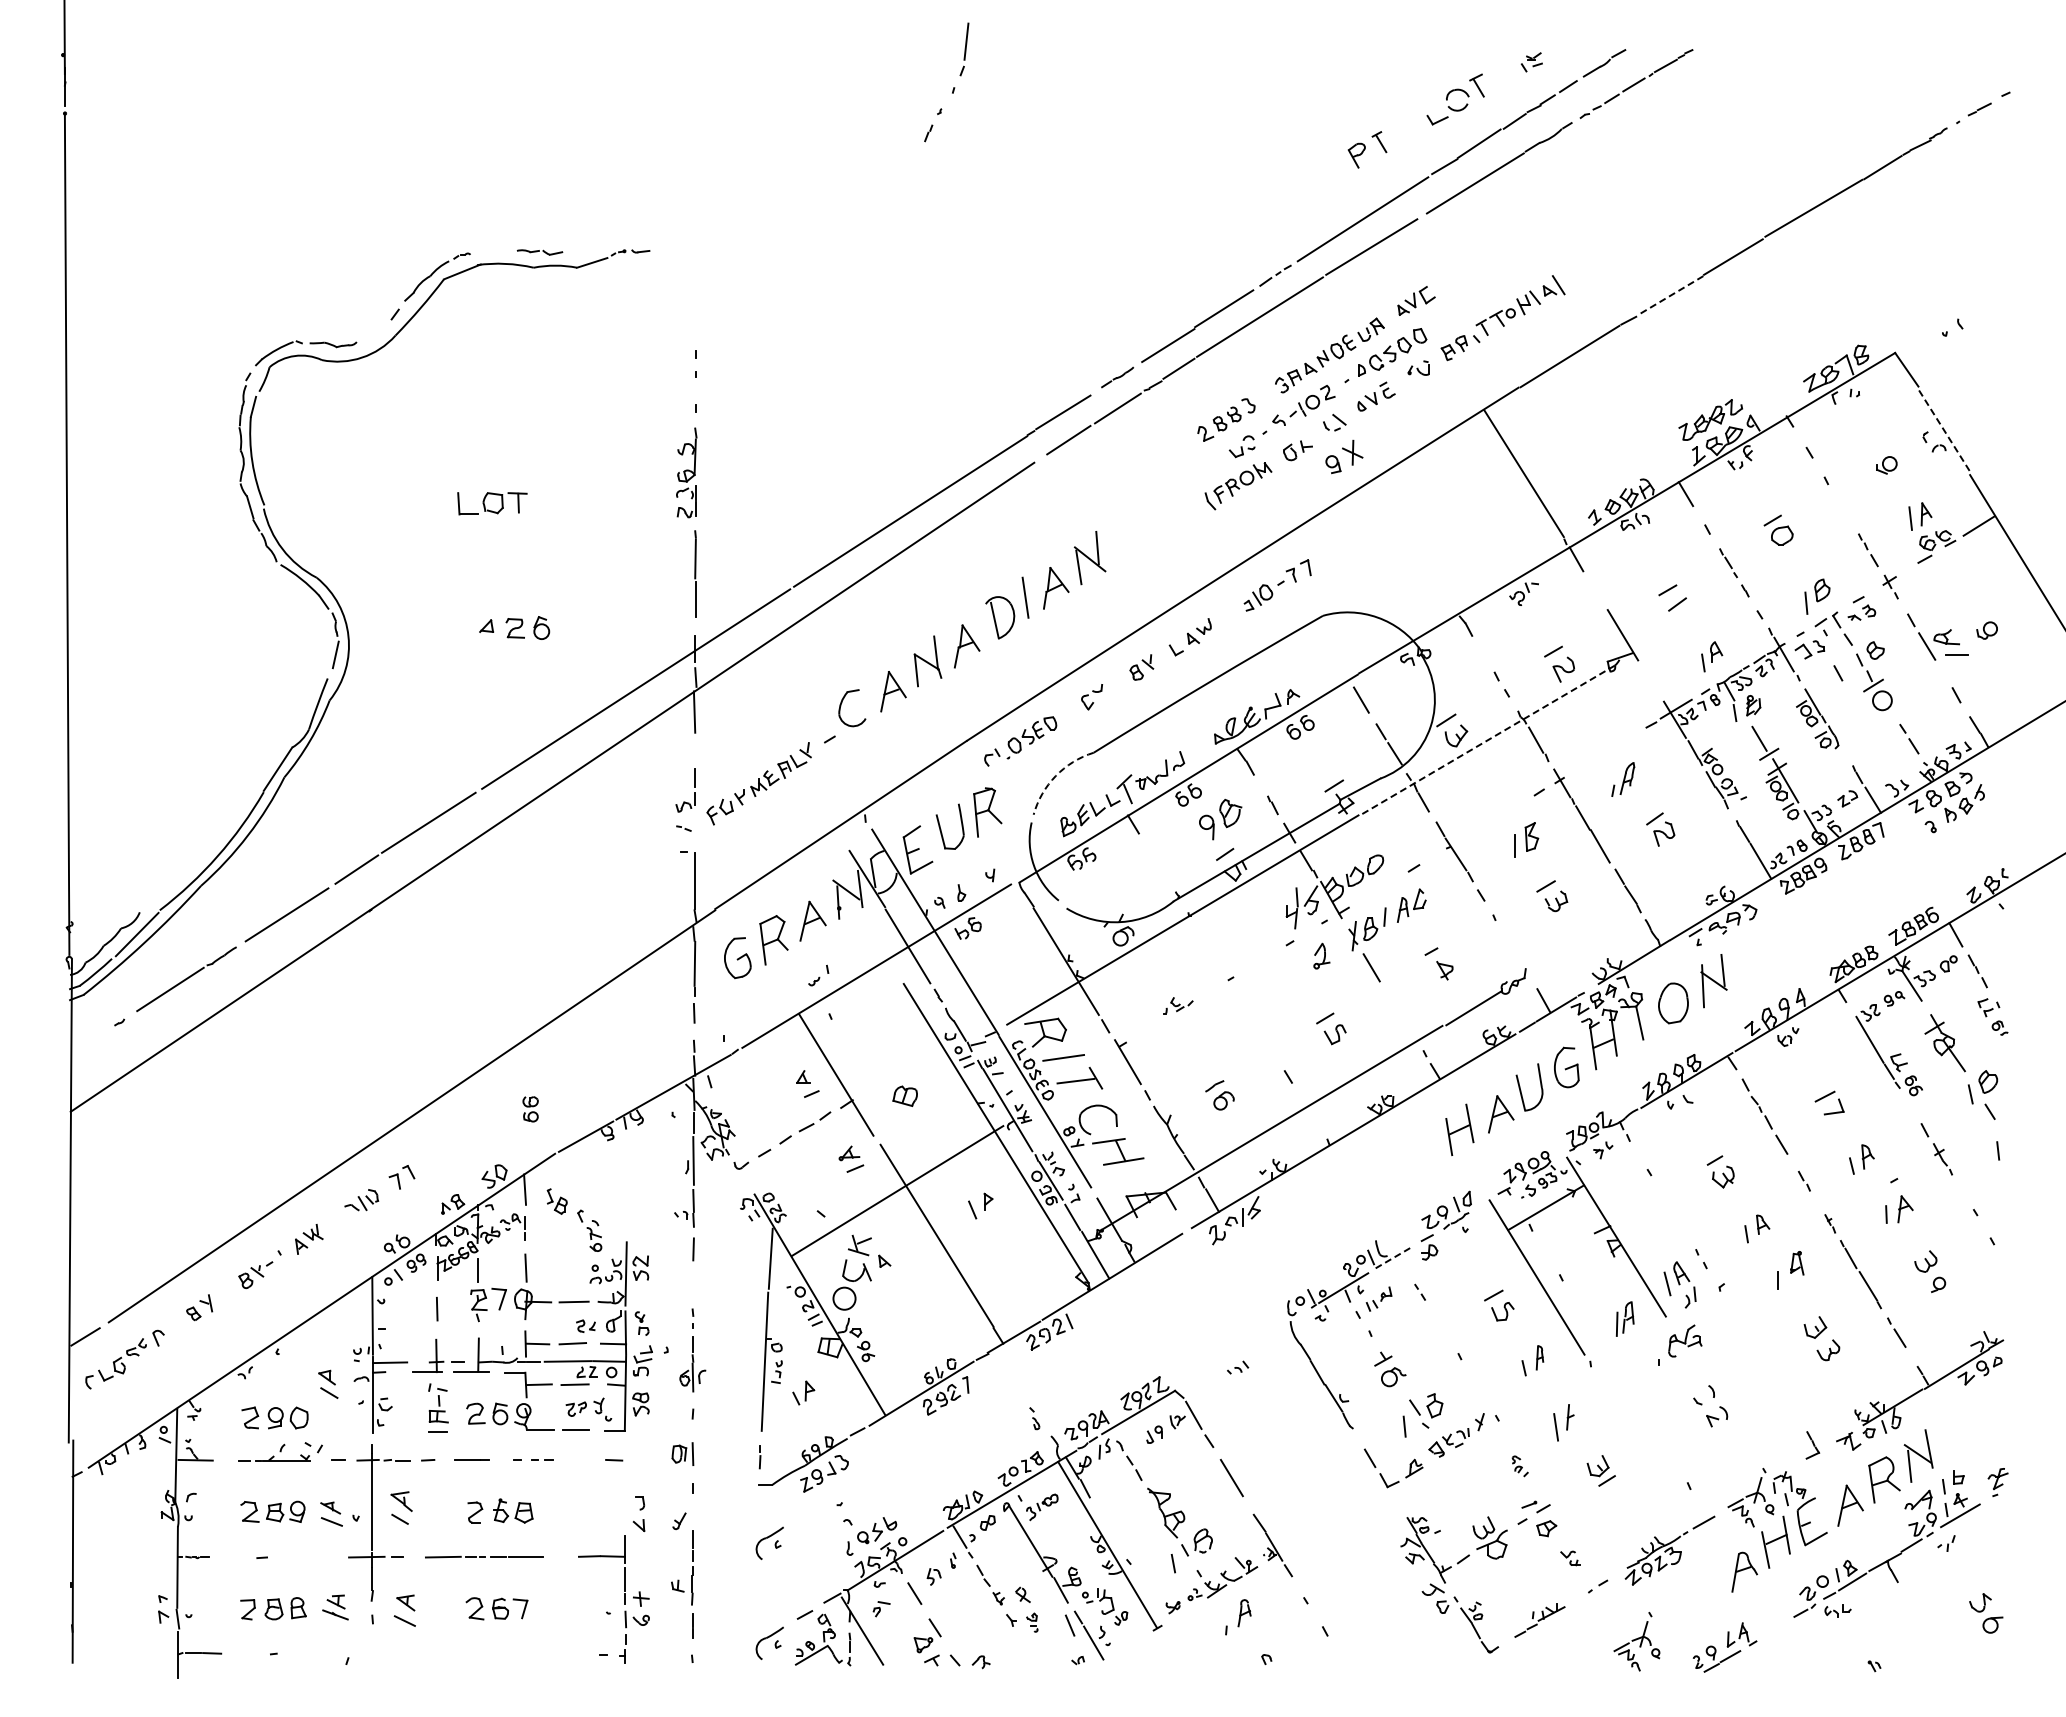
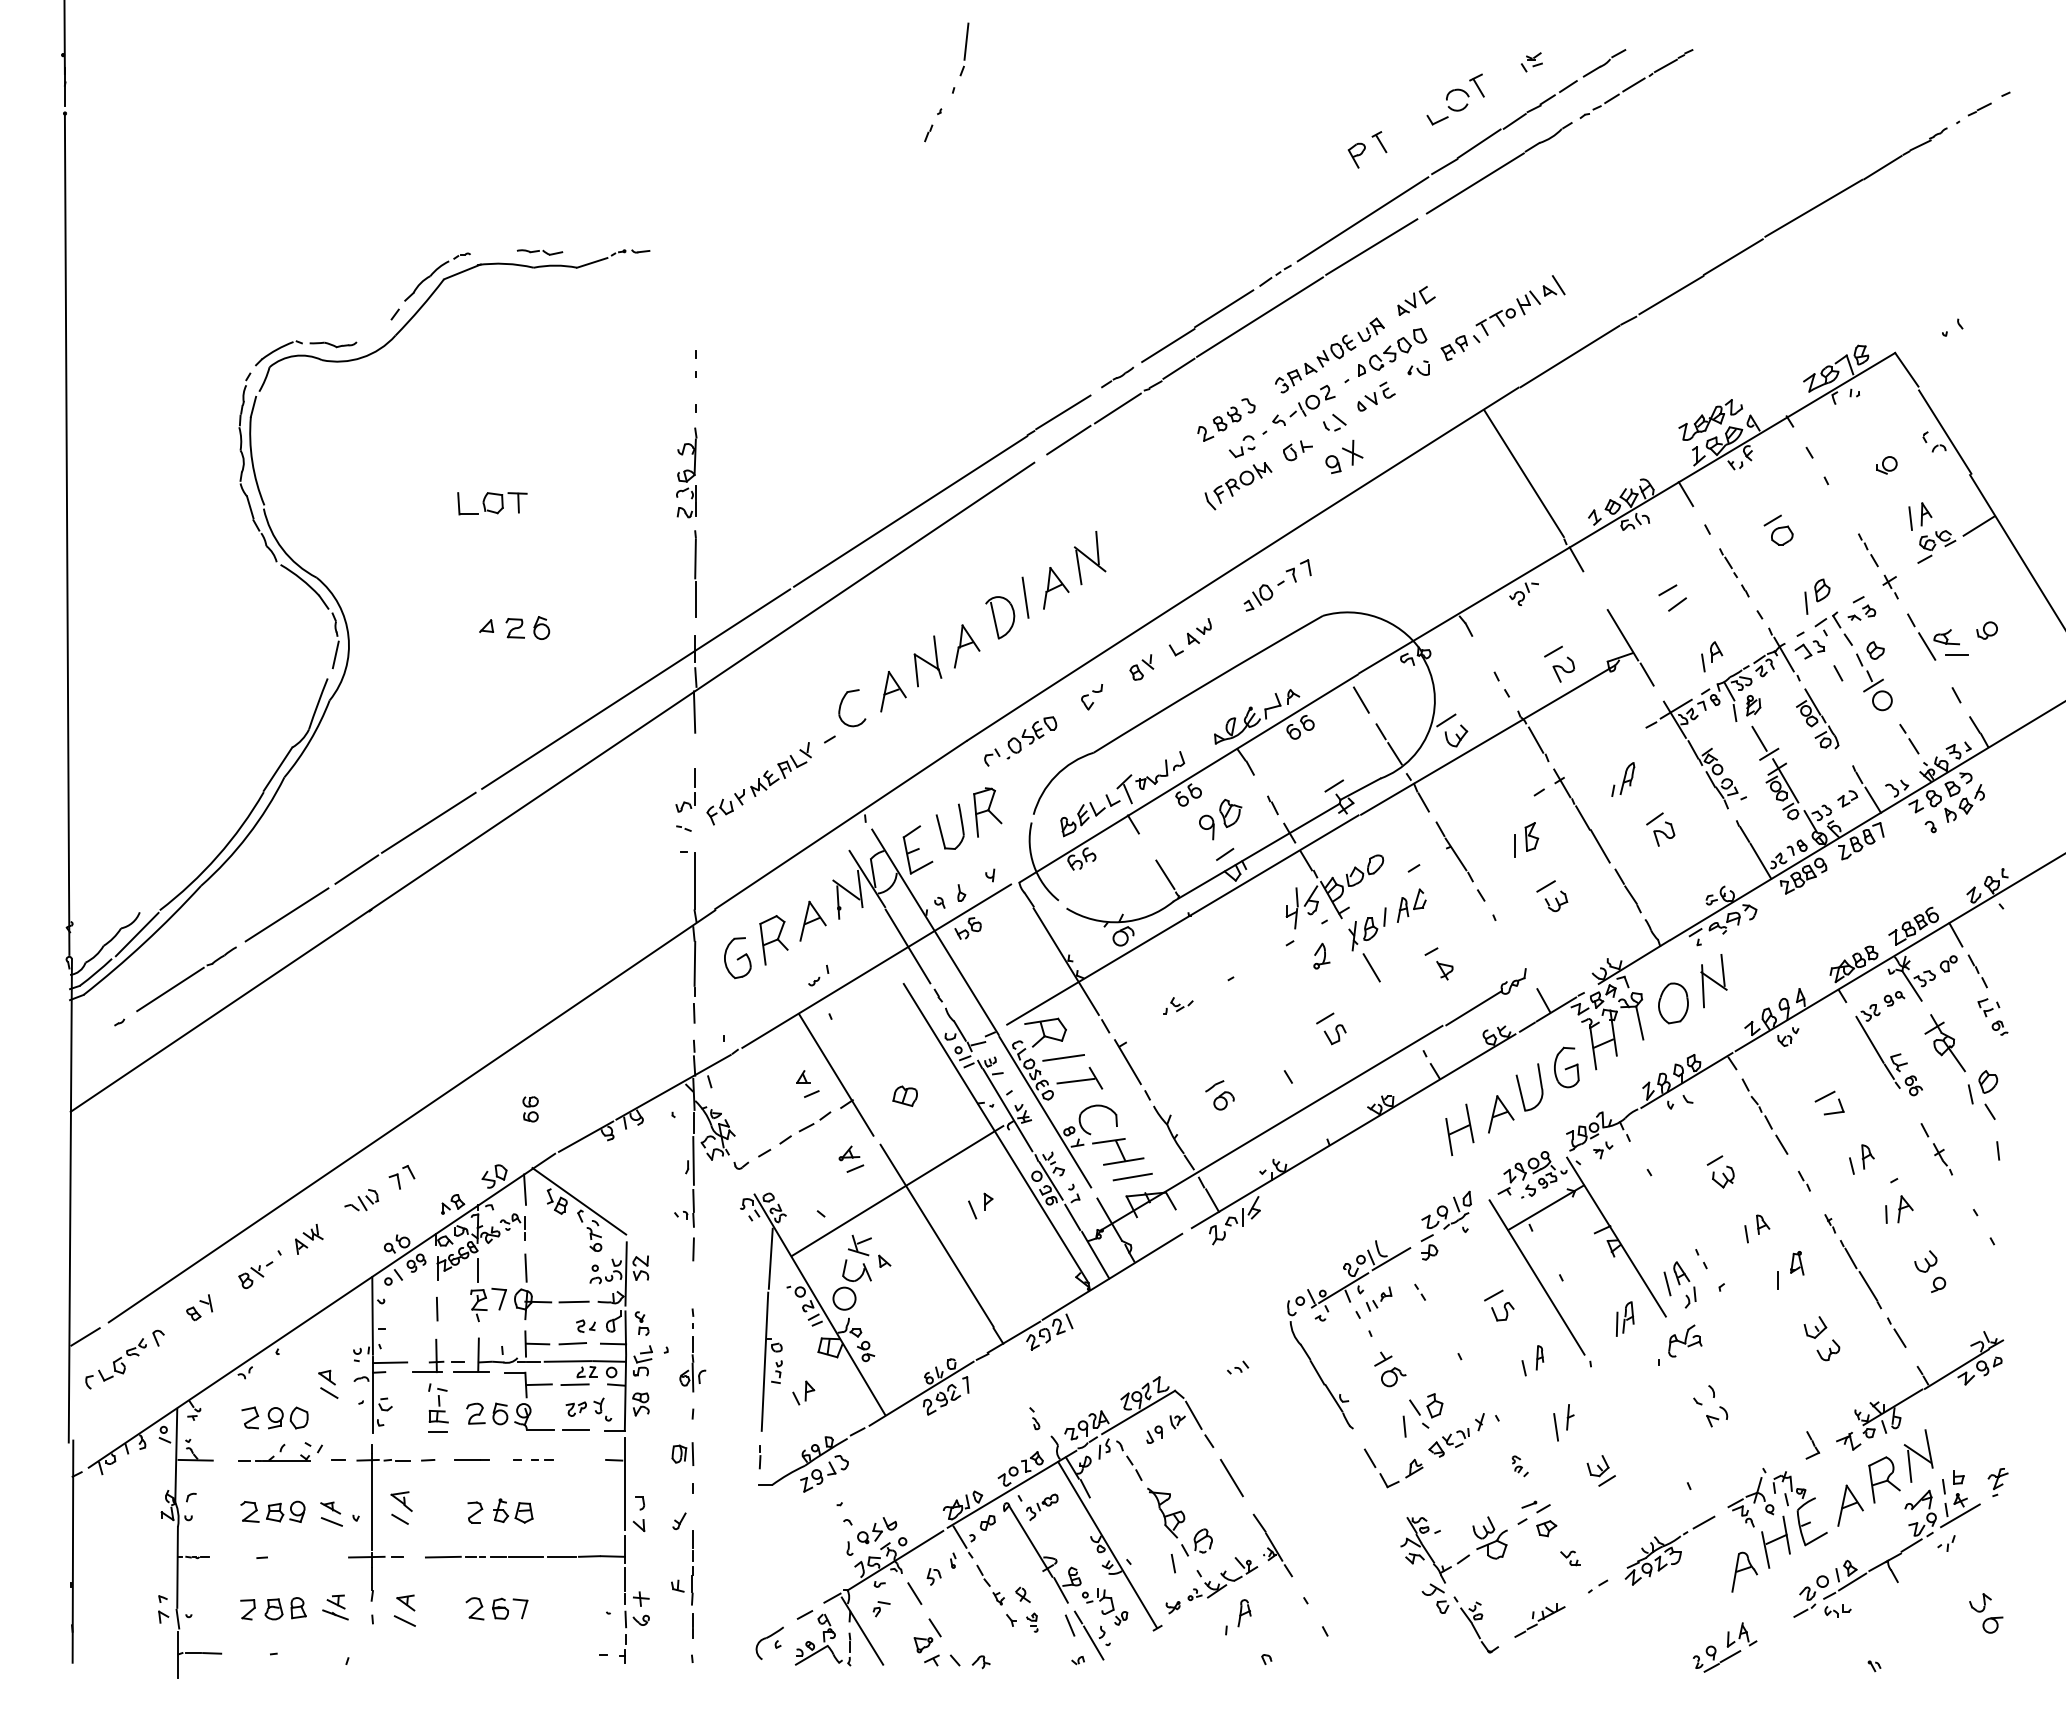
line at (1670, 295): dashed -> solid
line at (1945, 432): dashed -> solid
line at (1646, 674): none -> present
line at (1487, 740): dashed -> solid
arc at (1055, 776): dashed -> solid
line at (1165, 874): none -> present
line at (1132, 1176): none -> present
line at (579, 1201): none -> present
line at (1391, 1259): dashed -> solid
line at (625, 1483): none -> present
part at (769, 1542): present -> none
line at (561, 1556): none -> present
part at (1636, 1641): present -> none
